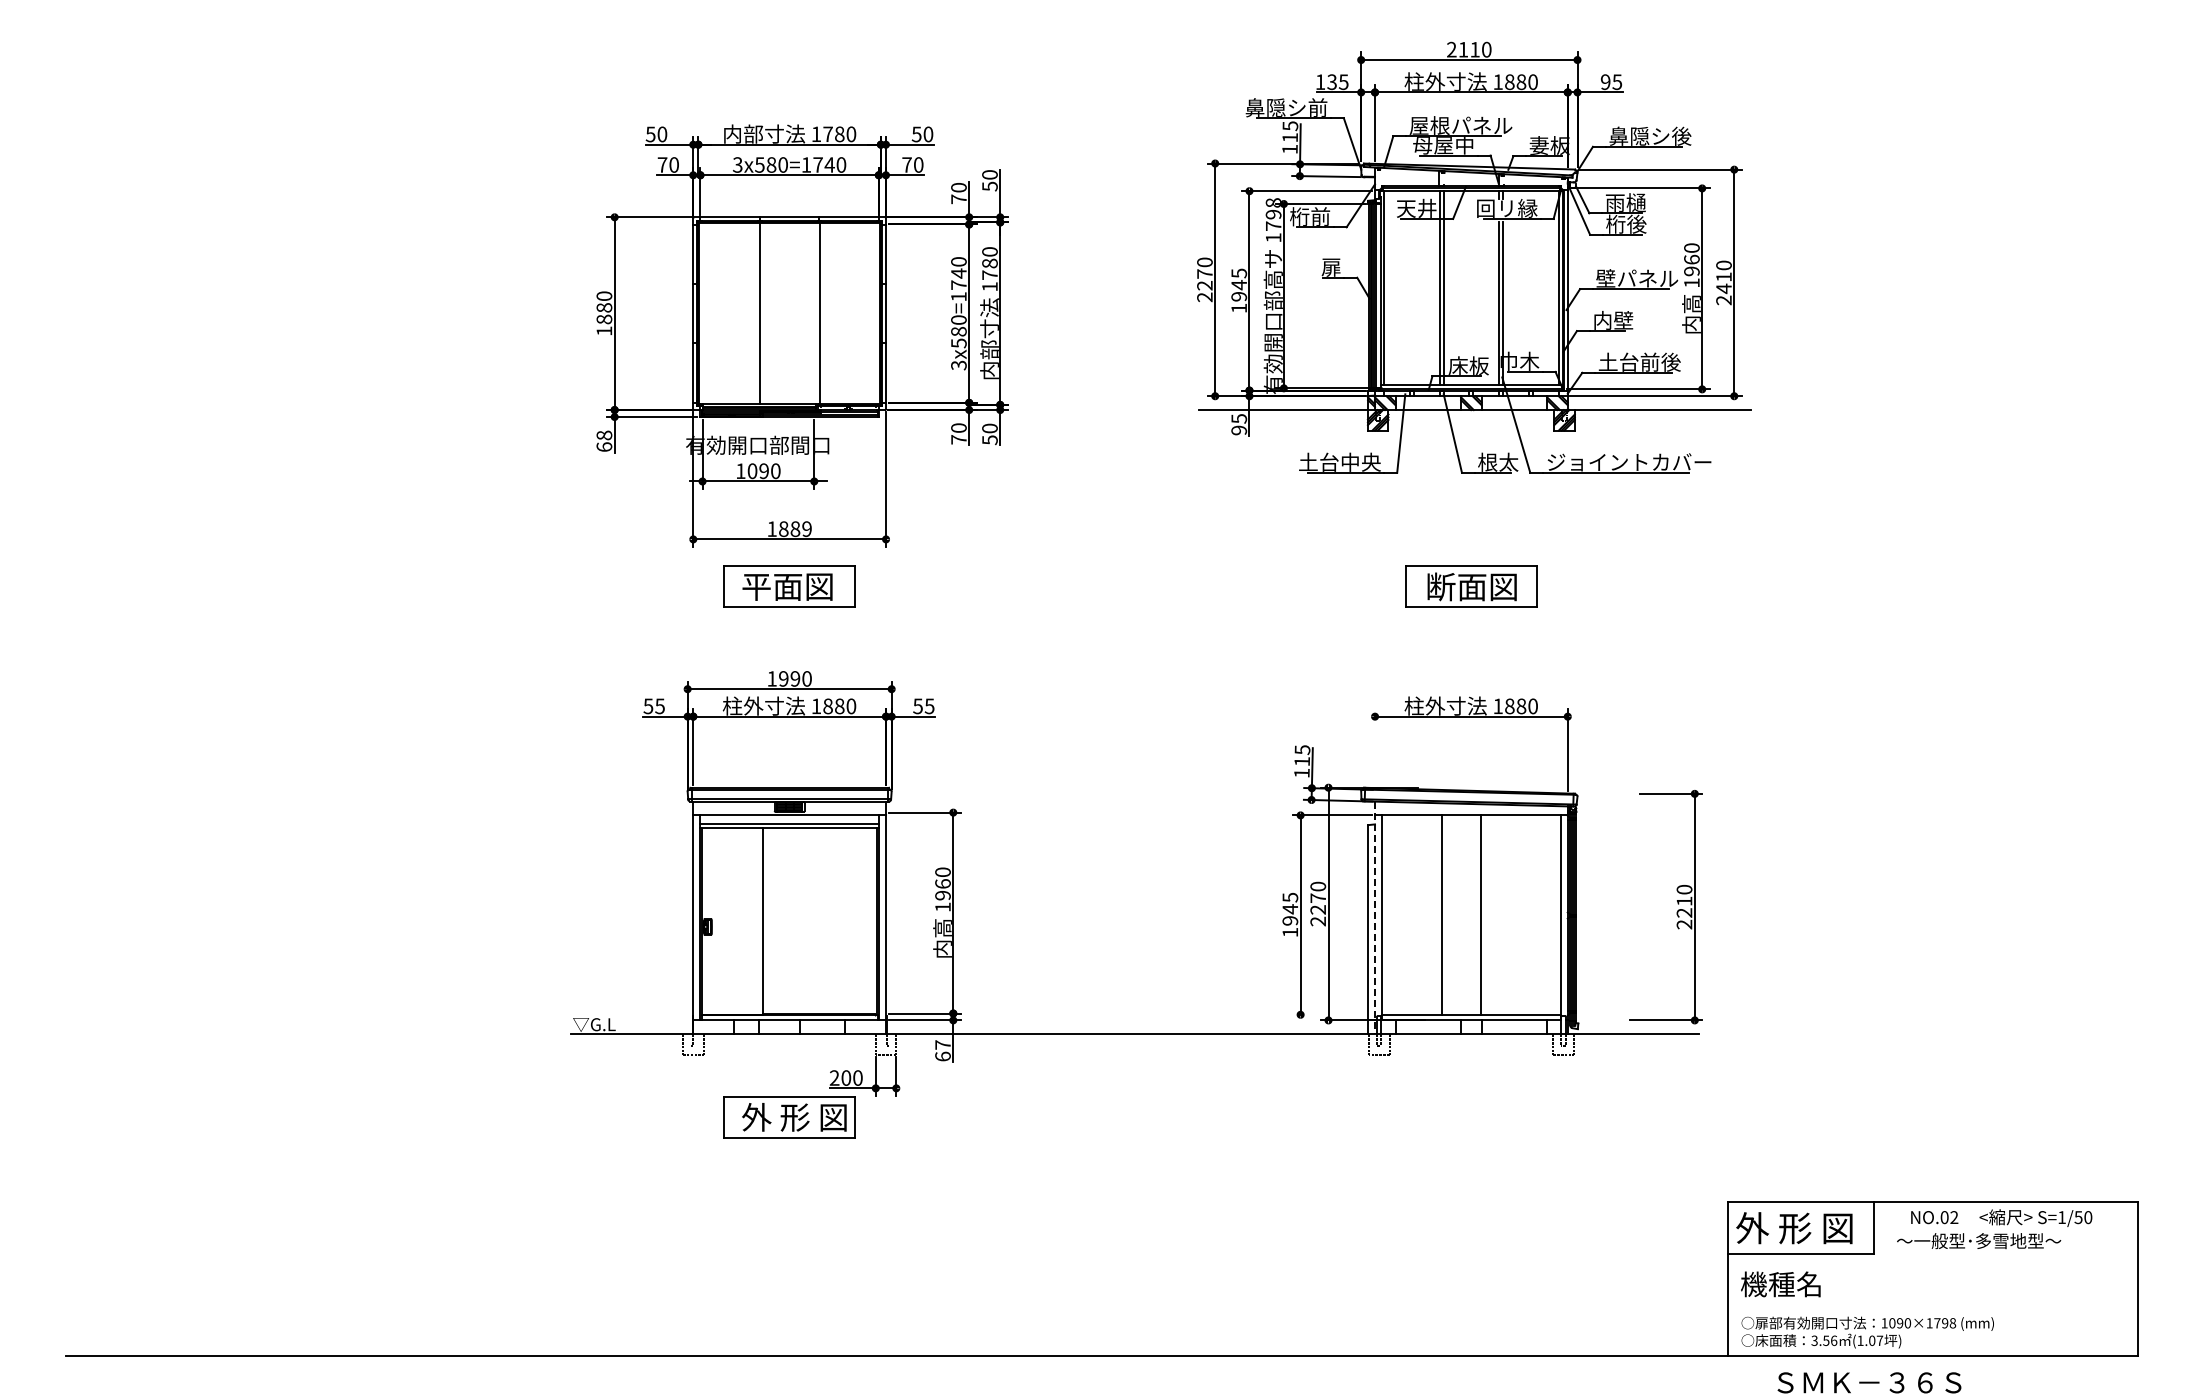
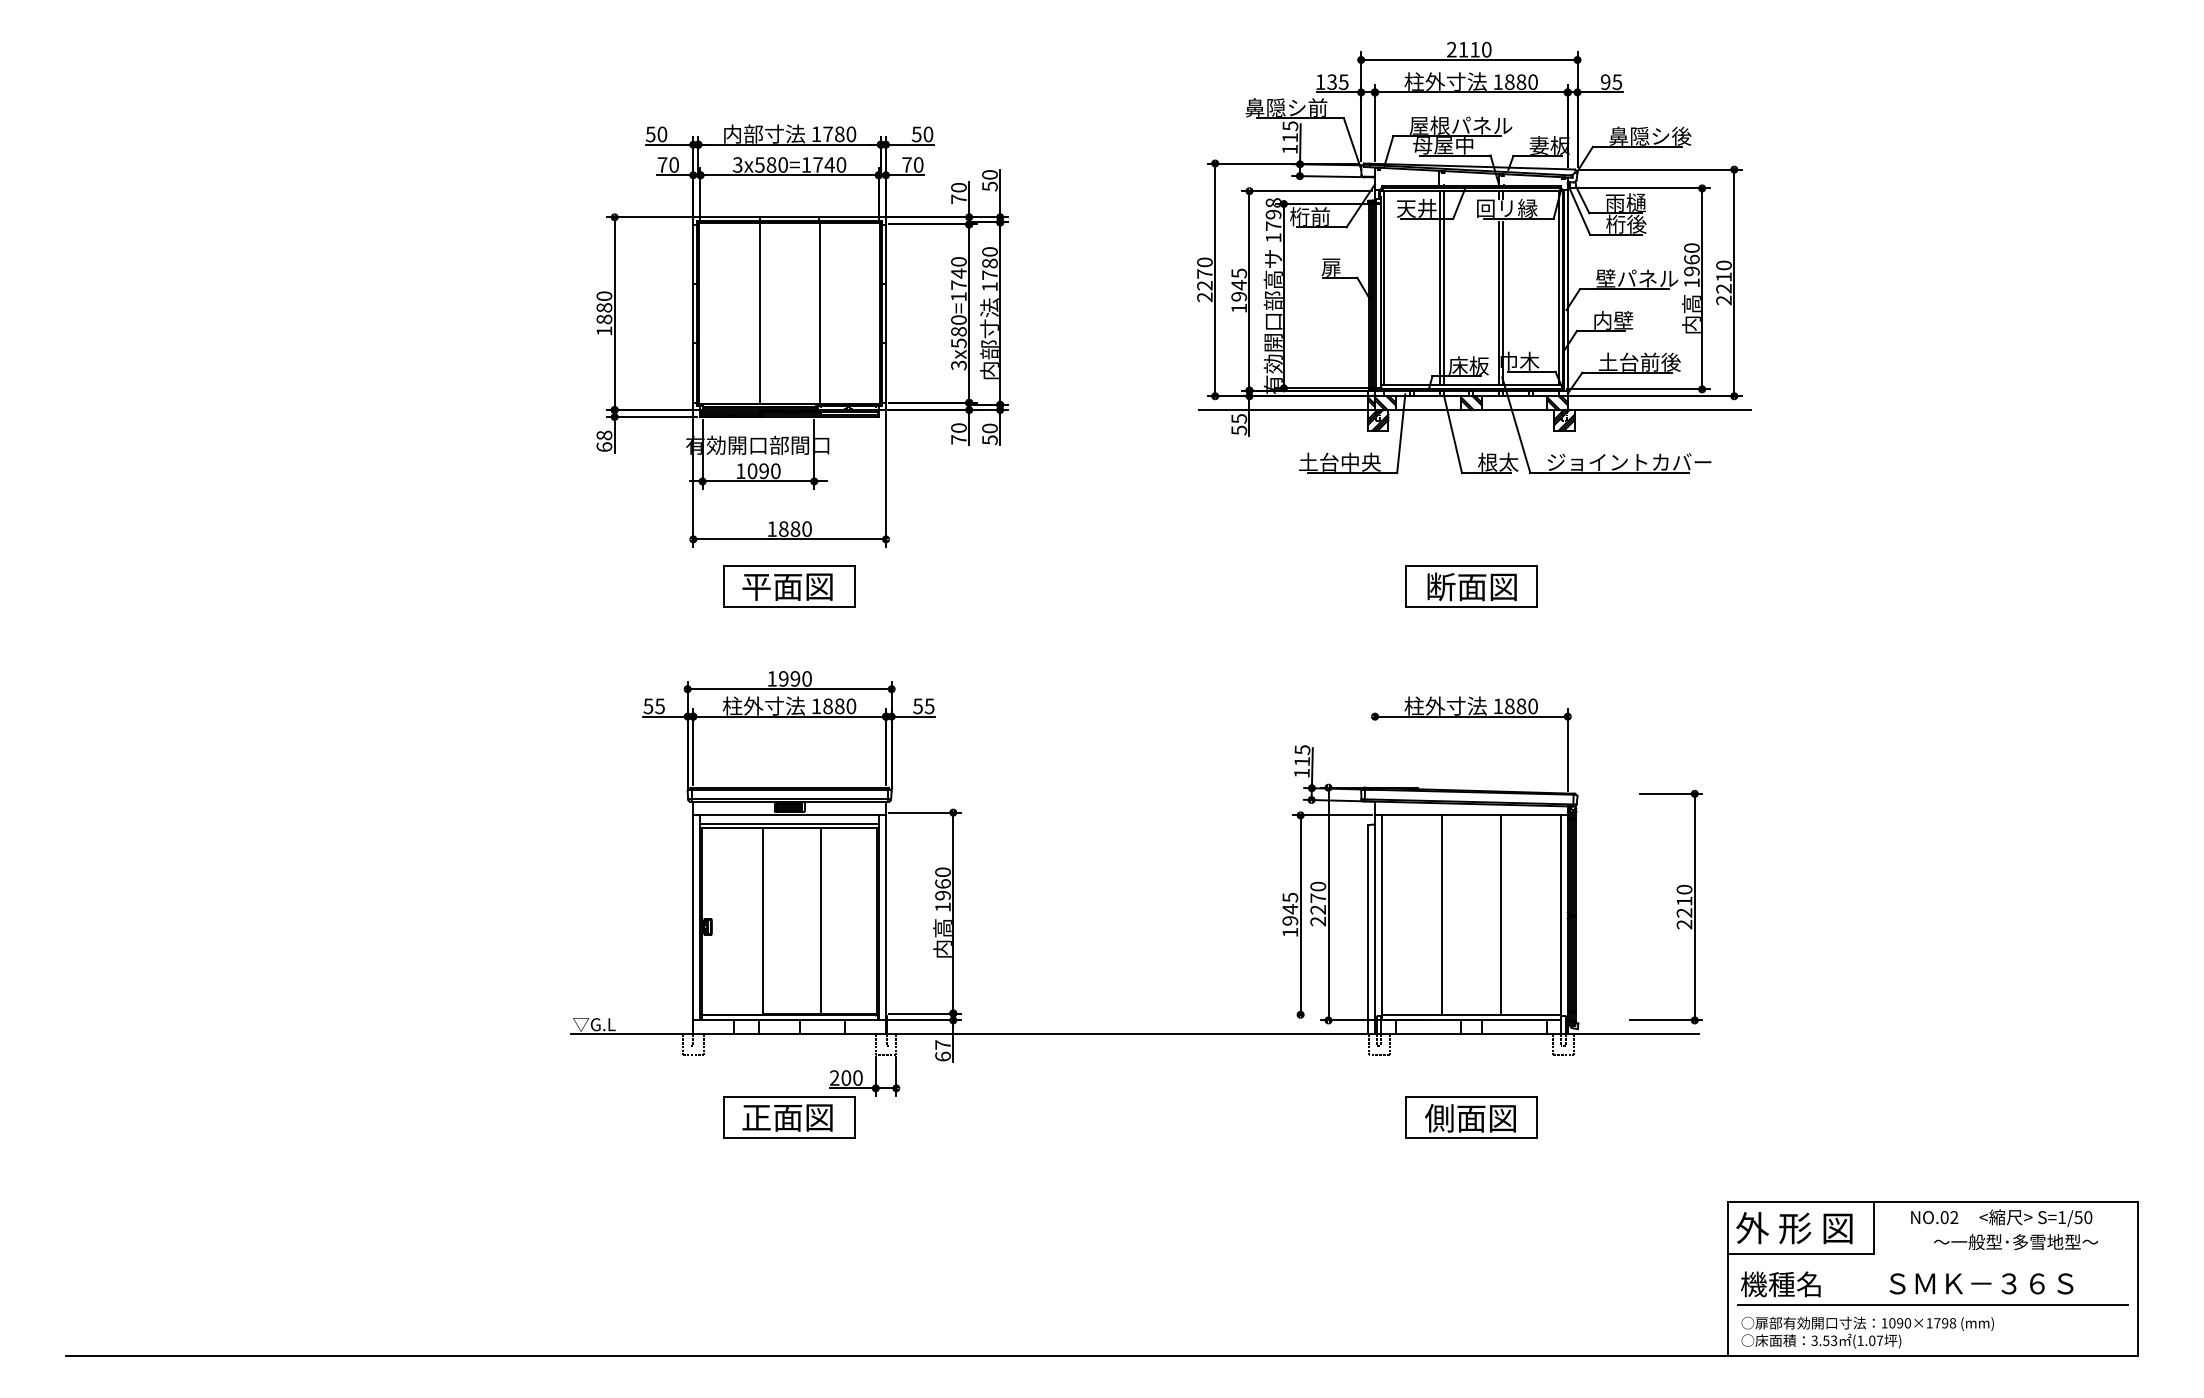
text at (1723, 288): 2410 -> 2210
text at (1238, 430): 95 -> 55
text at (806, 528): 1889 -> 1880
line at (1481, 914) position: (1481, 914) -> (1501, 914)
line at (1375, 918): dashed -> solid
line at (821, 921): none -> present
text at (794, 1117): 外 形 図 -> 正面図
part at (1471, 1117): none -> present
text at (1979, 1241) position: (1979, 1241) -> (2016, 1242)
line at (1932, 1304): none -> present
text at (1833, 1340): 3.56 -> 3.53
text at (1869, 1382) position: (1869, 1382) -> (1981, 1283)
